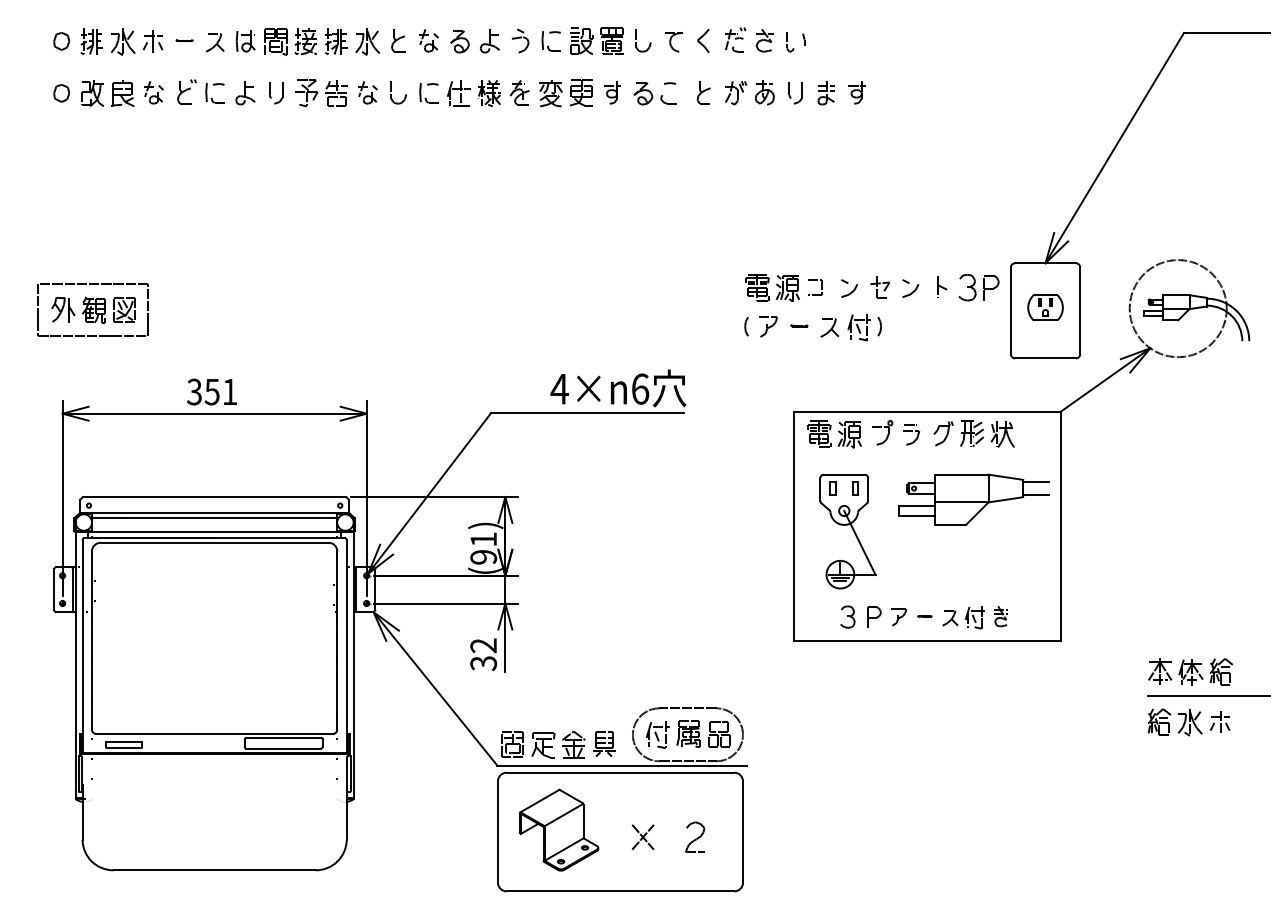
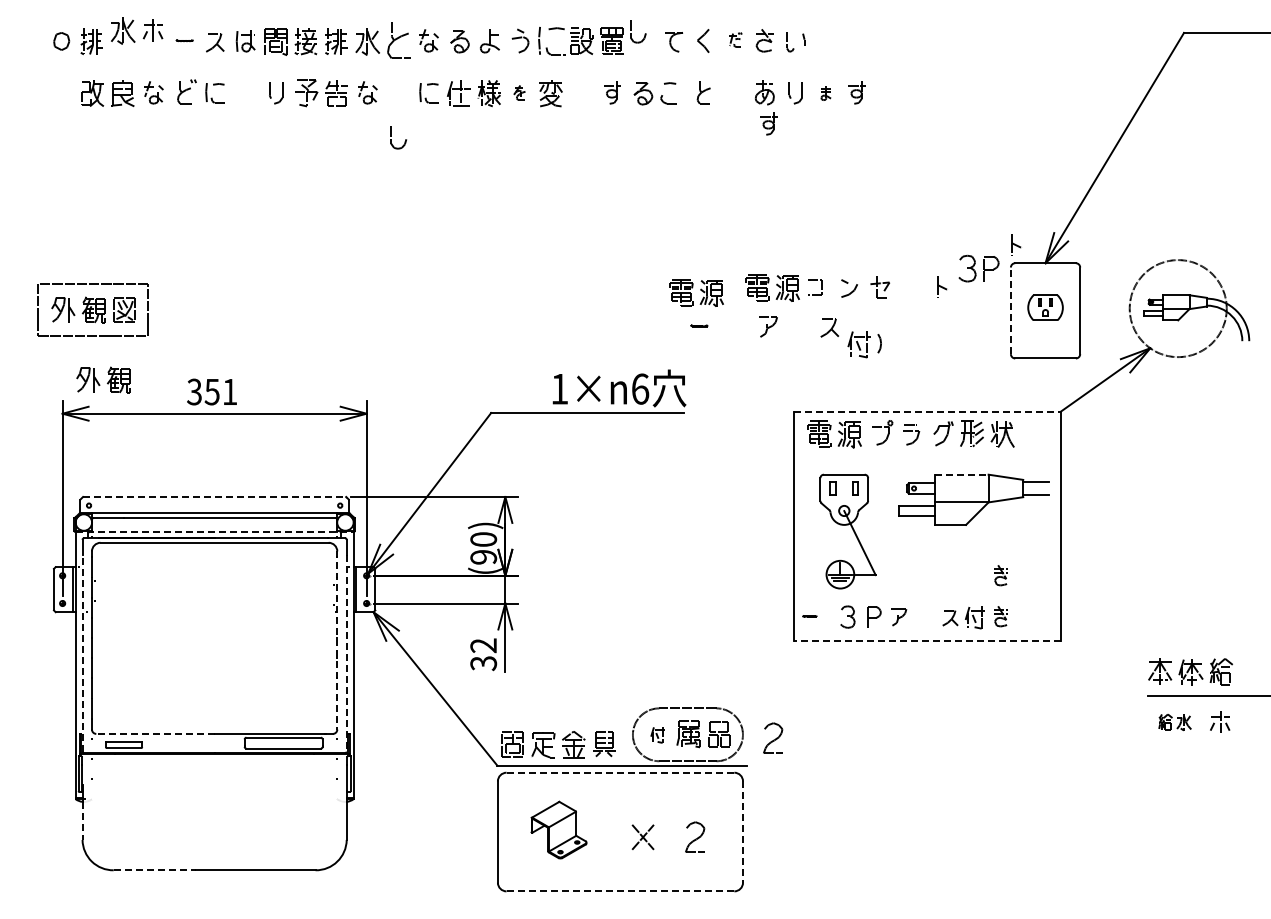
part at (130, 37) position: (130, 37) -> (130, 26)
part at (735, 39) size: 22x26 px -> 14x16 px
part at (398, 40) size: 15x24 px -> 24x37 px
part at (550, 41) size: 20x21 px -> 28x30 px
part at (649, 43) position: (649, 43) -> (644, 34)
part at (391, 91) position: (391, 91) -> (391, 136)
part at (519, 92) size: 21x26 px -> 13x16 px
part at (581, 92): present -> none
part at (61, 93): present -> none
part at (245, 93): present -> none
part at (736, 93): present -> none
part at (825, 93) size: 18x25 px -> 12x15 px
part at (768, 123): none -> present
part at (1016, 244): none -> present
part at (978, 287) position: (978, 287) -> (978, 268)
part at (910, 288): present -> none
part at (696, 292): none -> present
line at (1010, 310): solid -> dashed
line at (799, 325) position: (799, 325) -> (699, 325)
part at (746, 326): present -> none
part at (864, 327) position: (864, 327) -> (864, 344)
part at (103, 379): none -> present
text at (559, 389): 4× -> 1×
line at (927, 411): solid -> dashed
line at (961, 474): solid -> dashed
line at (214, 496): solid -> dashed
line at (215, 532): solid -> dashed
text at (483, 539): 91 -> 90
part at (1000, 575): none -> present
line at (924, 616) position: (924, 616) -> (809, 616)
line at (337, 641): solid -> dashed
line at (926, 641): solid -> dashed
line at (82, 652): solid -> dashed
line at (346, 653): solid -> dashed
part at (1174, 722) size: 56x29 px -> 34x18 px
line at (154, 733): solid -> dashed
part at (657, 734) size: 24x28 px -> 15x17 px
part at (773, 737): none -> present
line at (620, 772): solid -> dashed
line at (82, 821): solid -> dashed
part at (558, 829) size: 82x84 px -> 58x60 px
line at (743, 832): solid -> dashed
line at (155, 870): solid -> dashed
line at (620, 891): solid -> dashed
